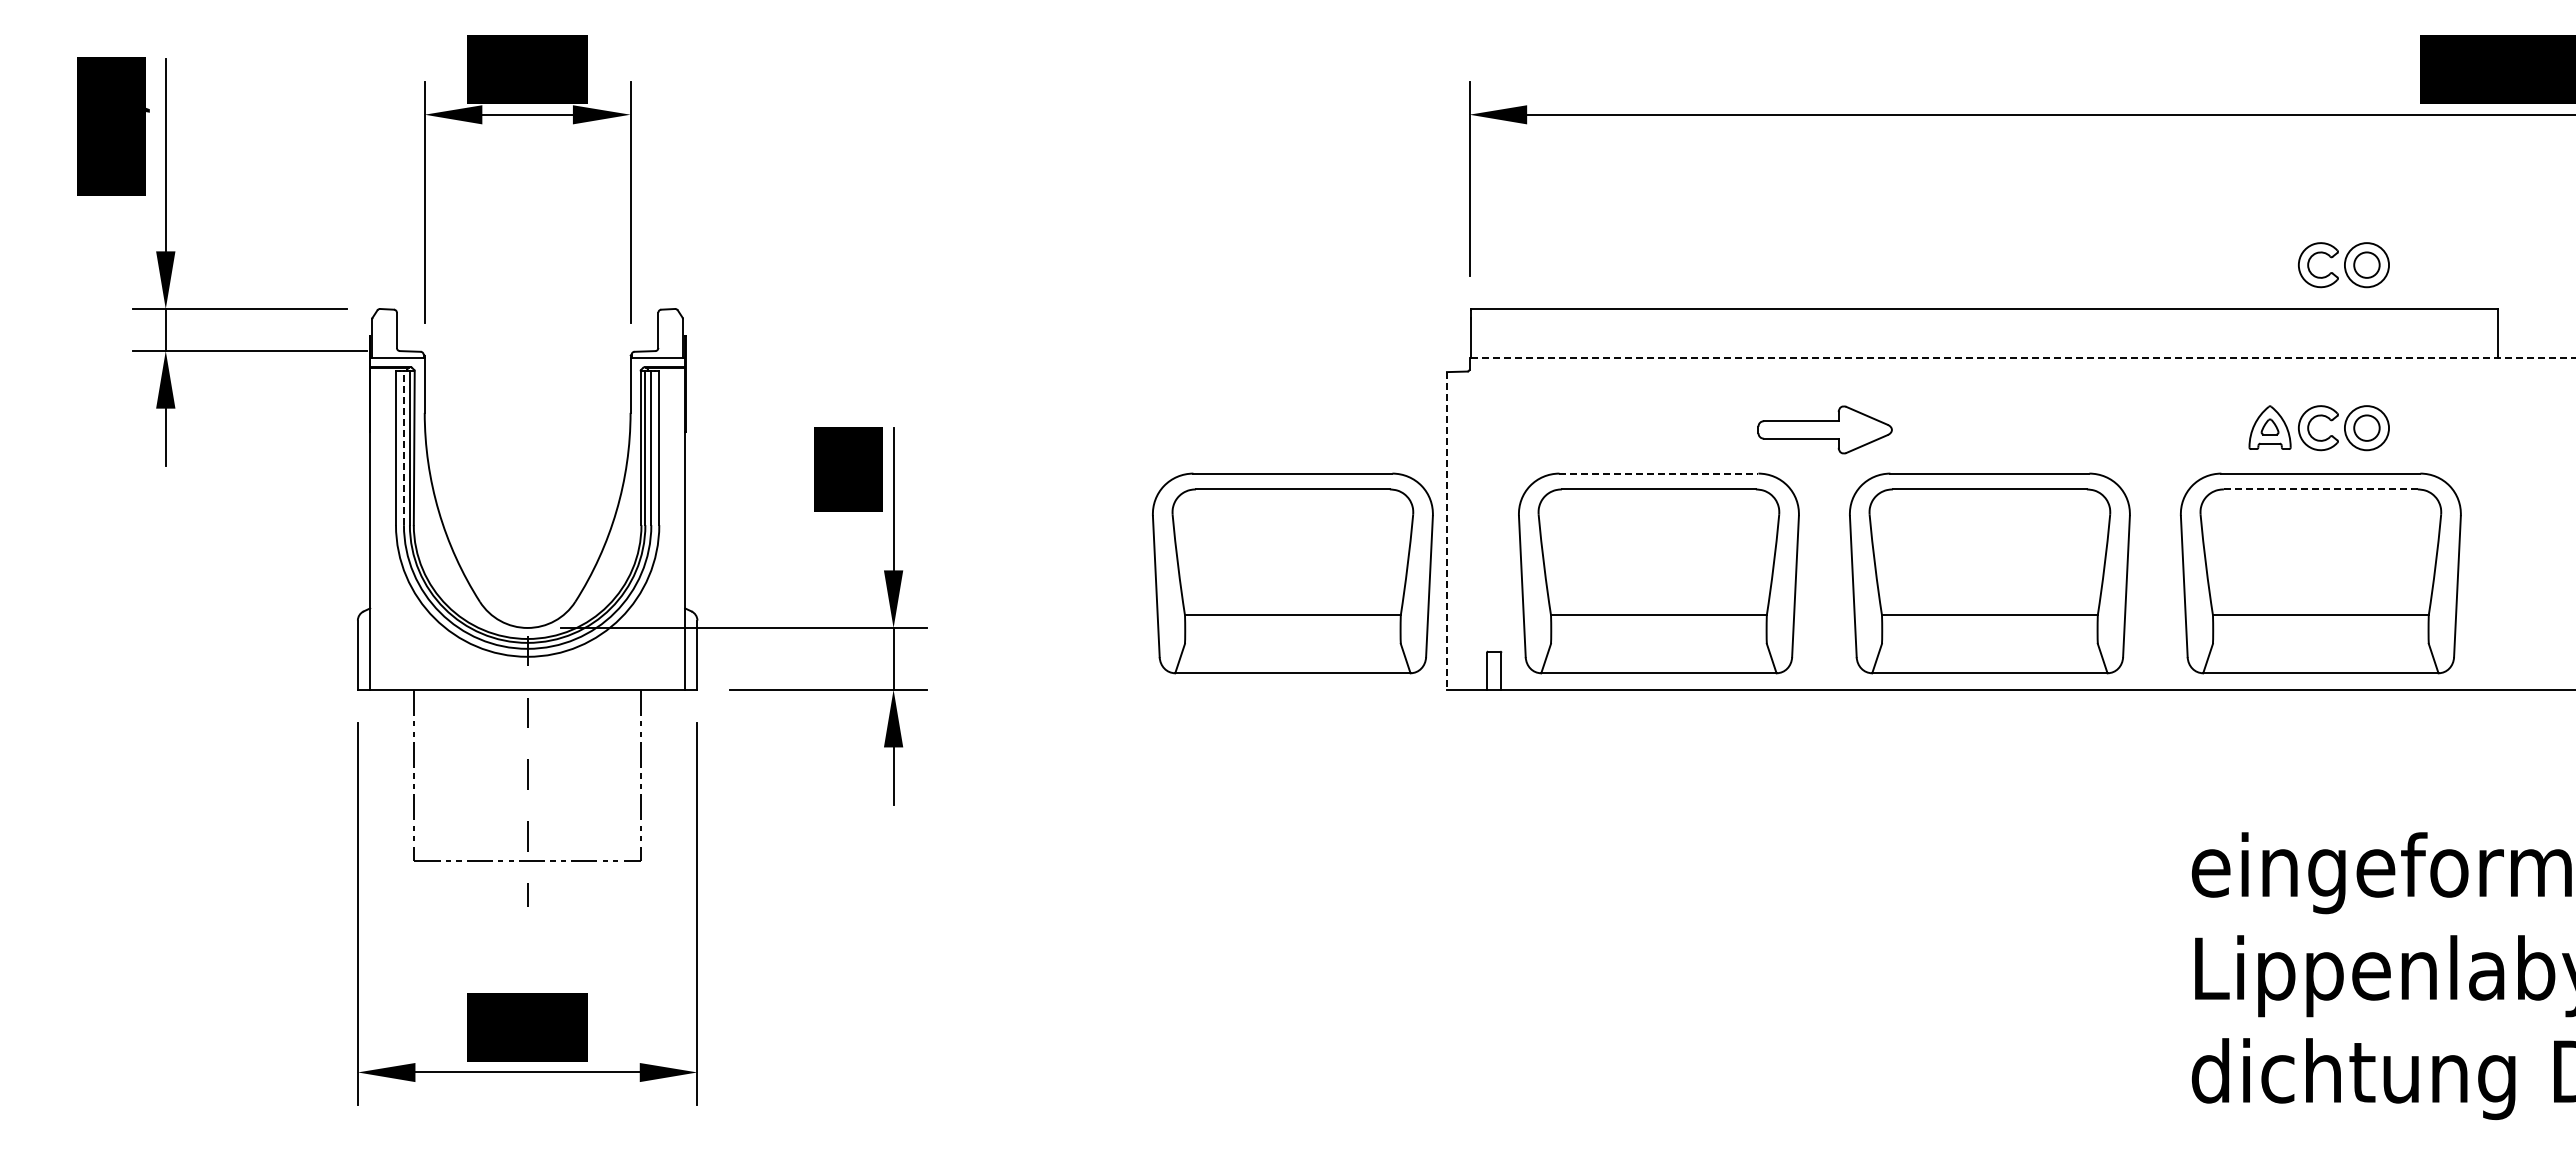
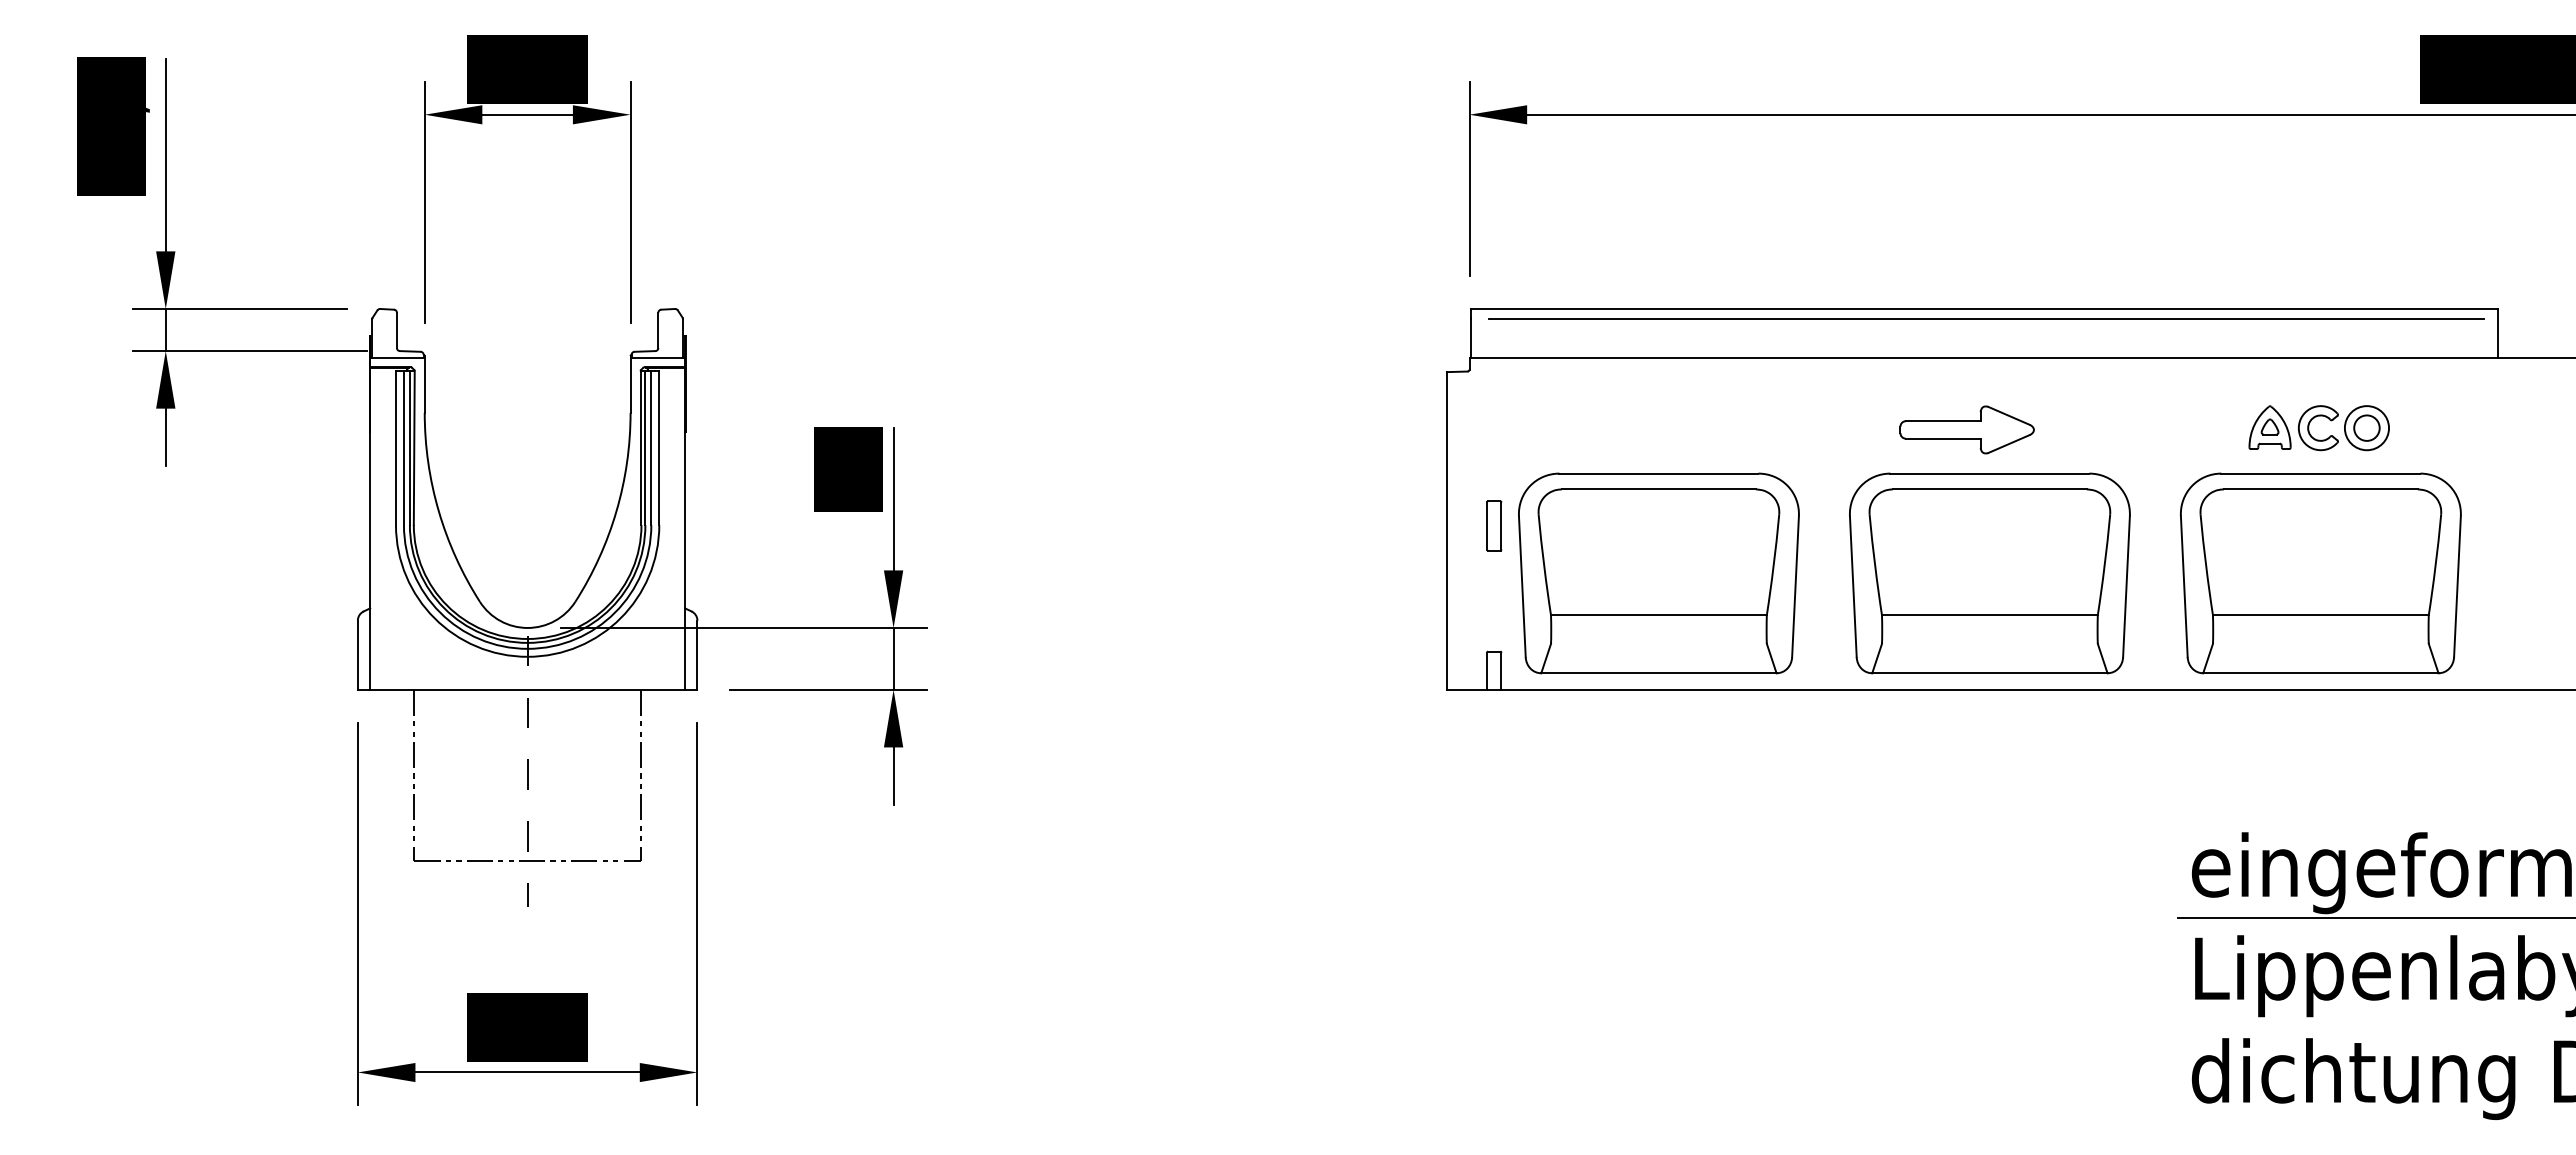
part at (2343, 265): present -> none
line at (1986, 319): none -> present
line at (2022, 358): dashed -> solid
part at (1824, 429) position: (1824, 429) -> (1966, 429)
line at (403, 447): dashed -> solid
line at (1659, 473): dashed -> solid
line at (2320, 489): dashed -> solid
part at (1494, 525): none -> present
line at (1446, 530): dashed -> solid
part at (1292, 573): present -> none
line at (2374, 918): none -> present
